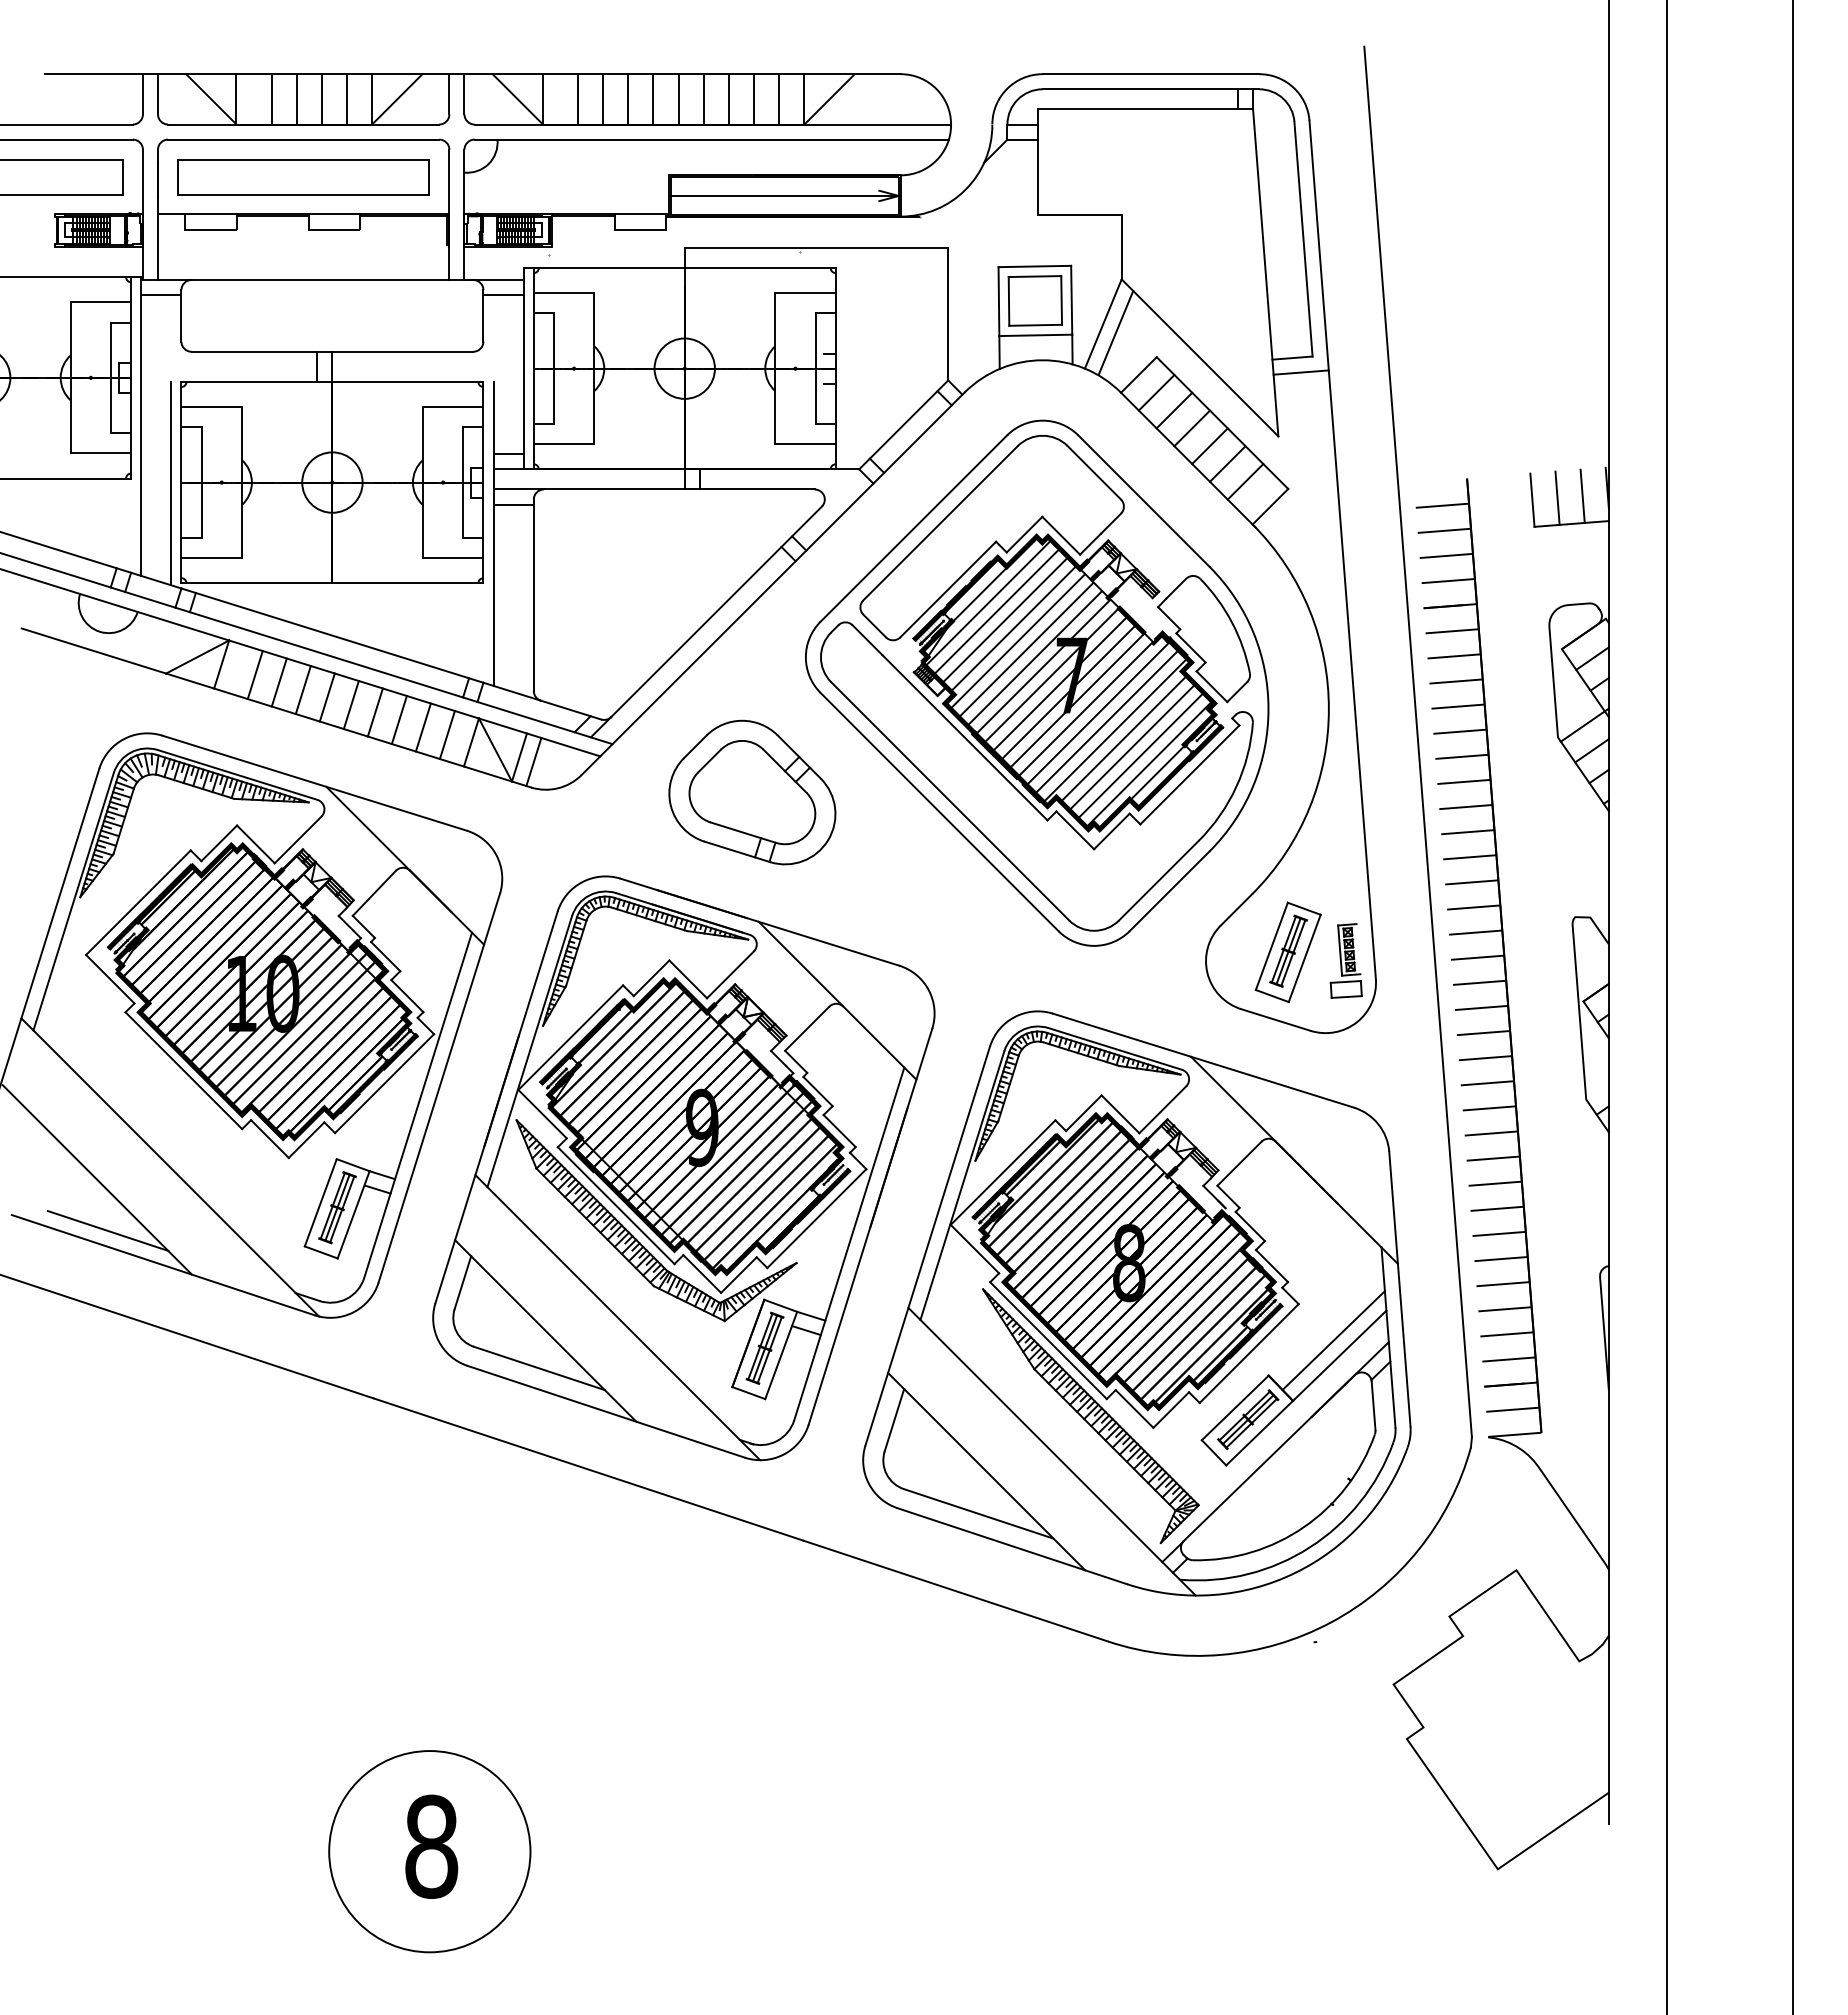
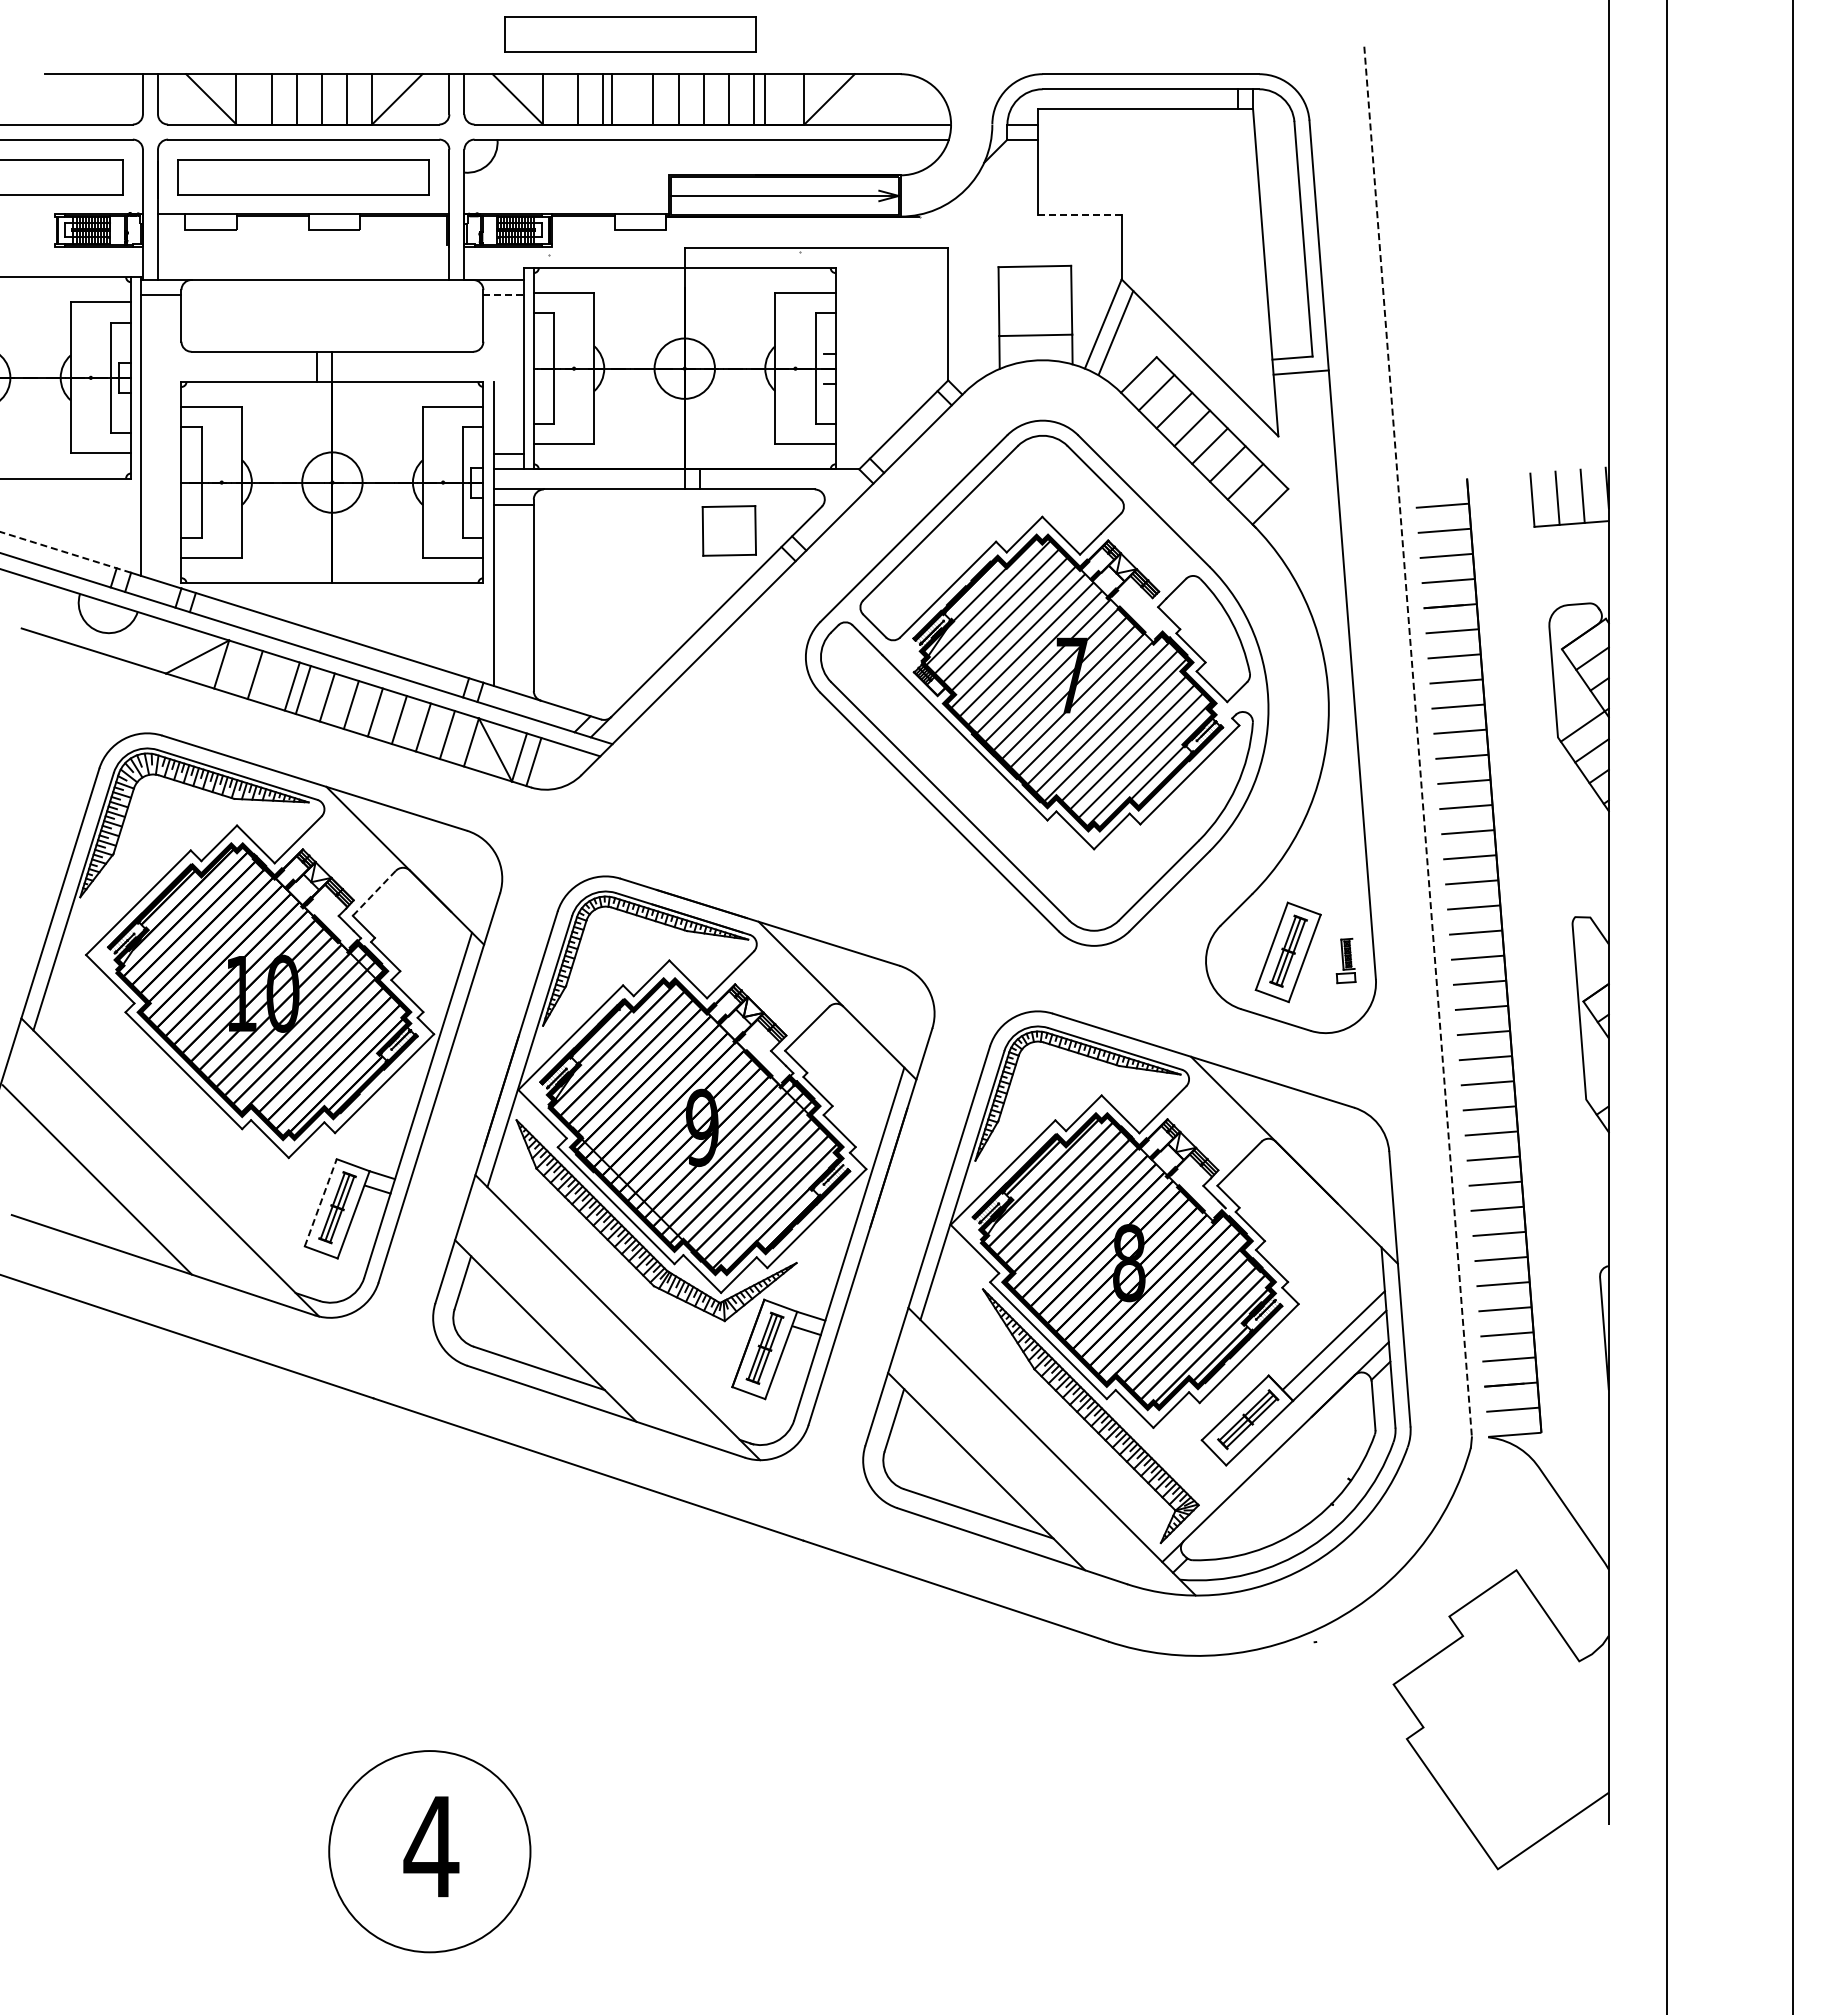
part at (630, 34): none -> present
line at (628, 99) position: (628, 99) -> (612, 99)
line at (779, 99) position: (779, 99) -> (765, 99)
line at (1080, 214): solid -> dashed
line at (504, 295): solid -> dashed
part at (1034, 300) position: (1034, 300) -> (728, 530)
line at (171, 483): present -> none
line at (65, 552): solid -> dashed
line at (278, 682) position: (278, 682) -> (291, 686)
line at (1418, 742): solid -> dashed
part at (752, 792): present -> none
line at (373, 893): solid -> dashed
part at (1345, 960) size: 34x76 px -> 22x48 px
line at (320, 1202): solid -> dashed
line at (107, 1230): present -> none
text at (431, 1846): 8 -> 4
